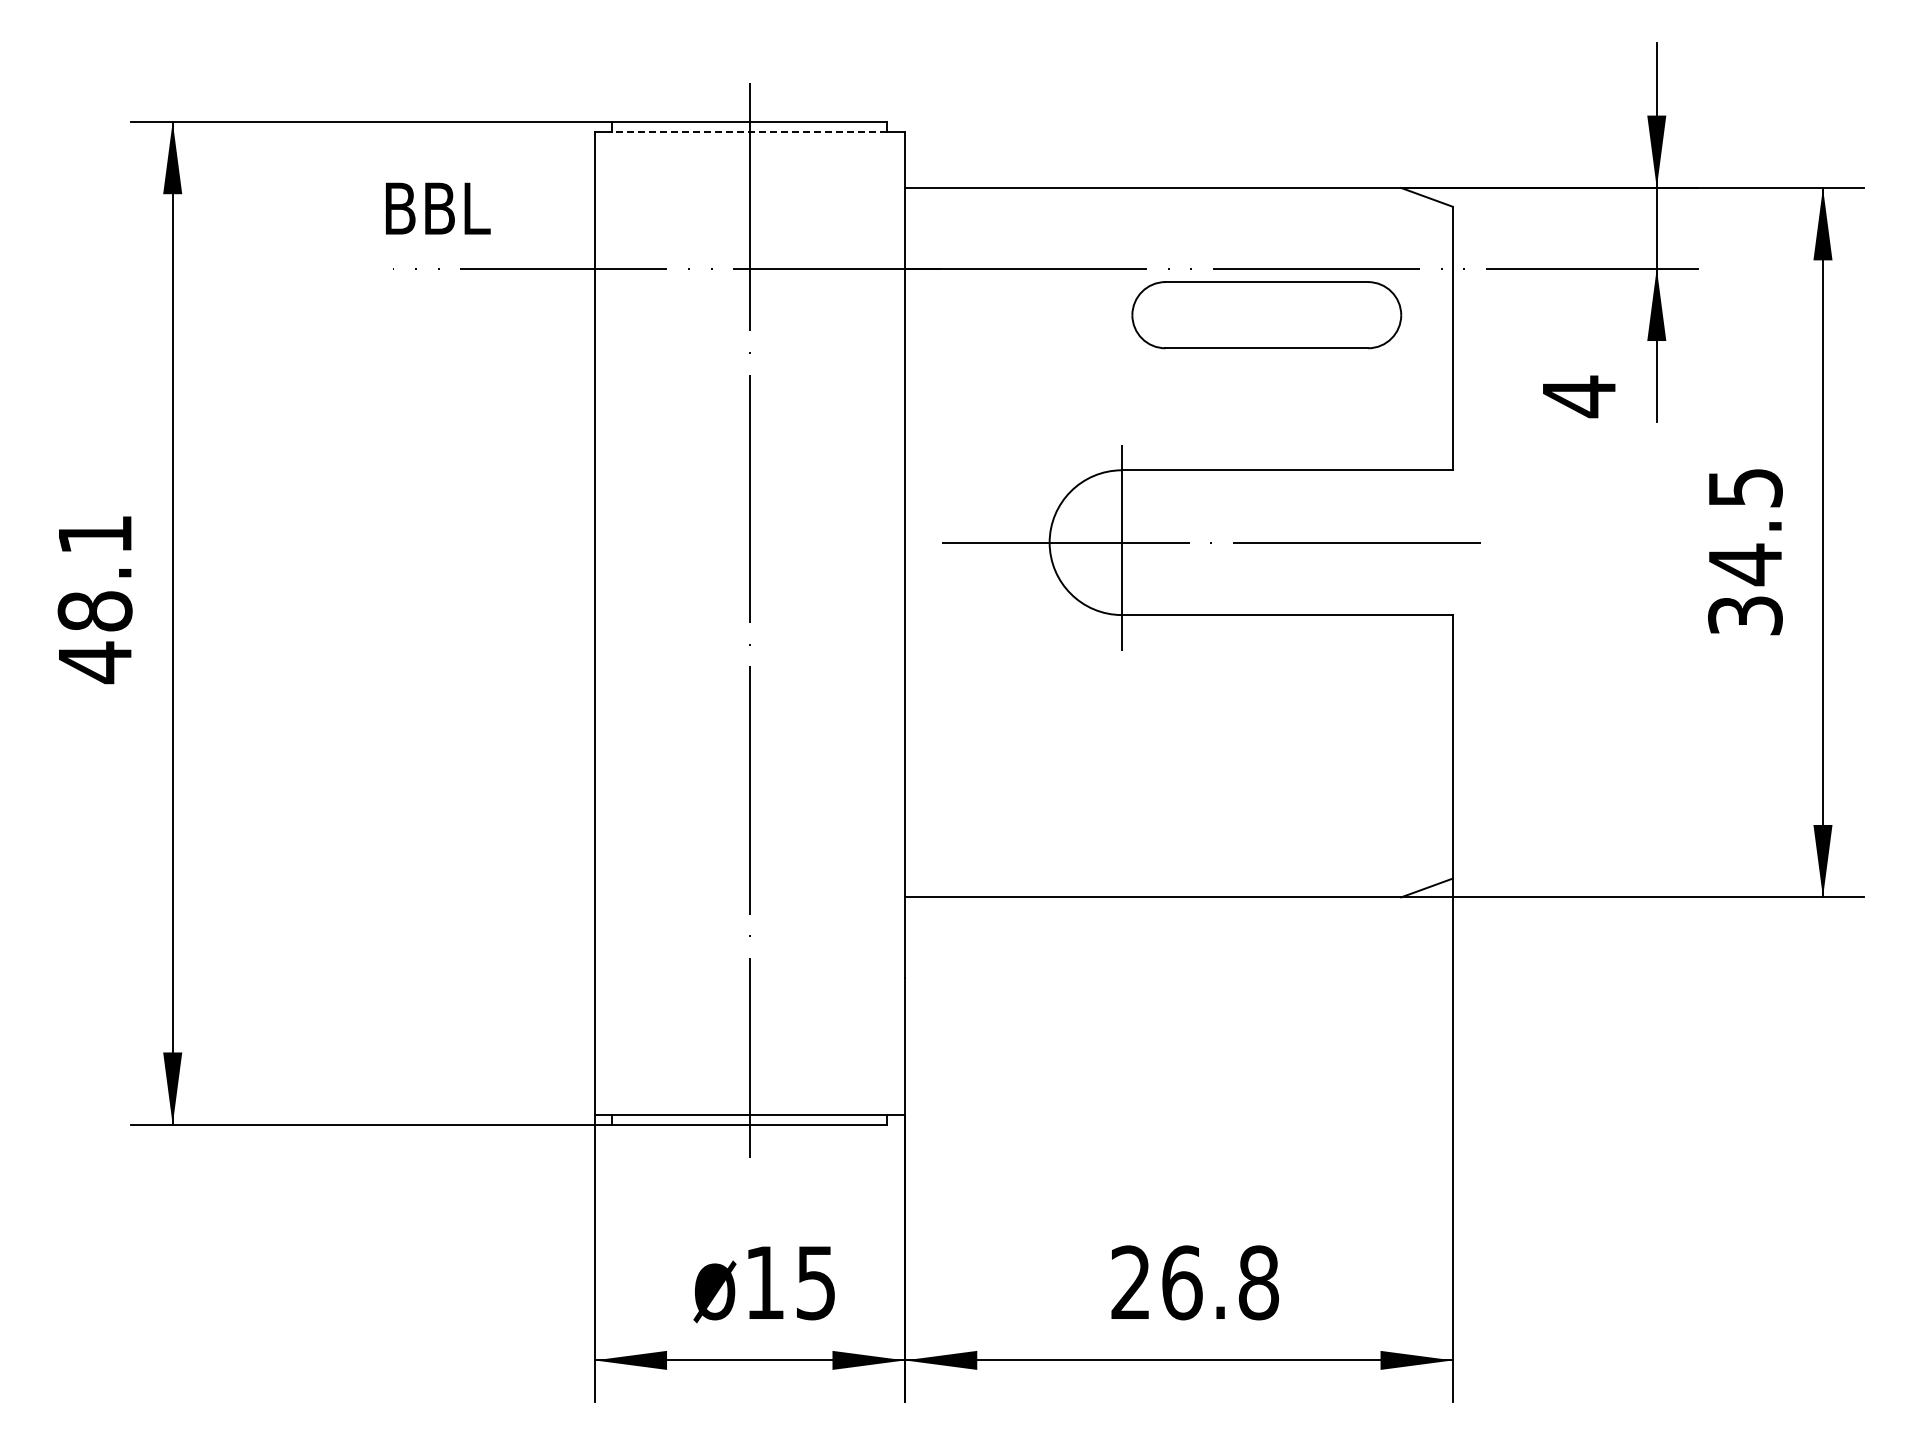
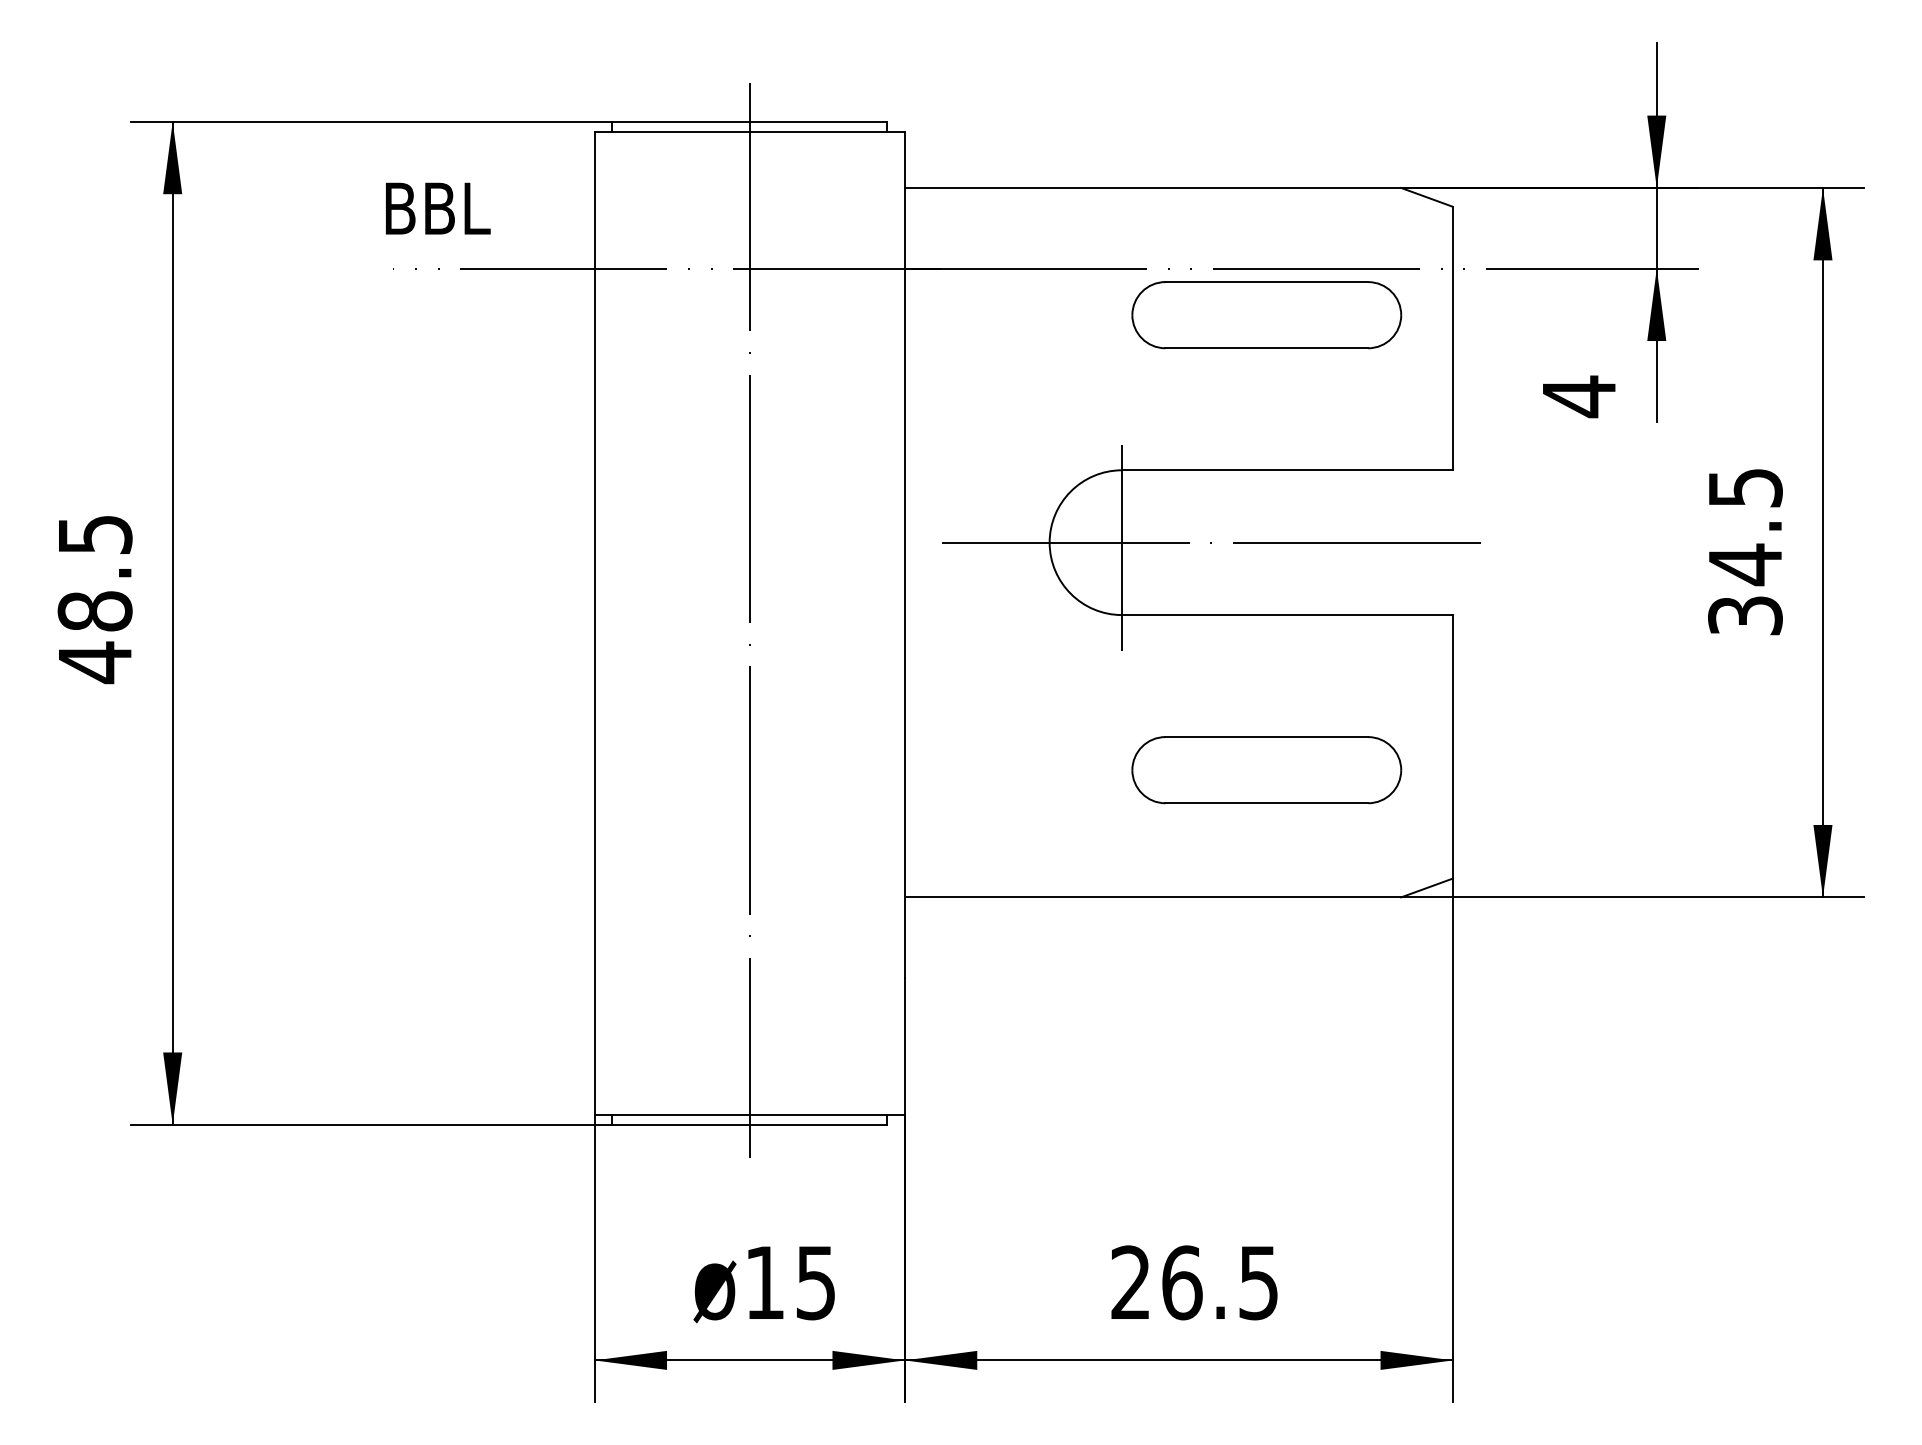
line at (749, 132): dashed -> solid
text at (95, 534): 48.1 -> 48.5
part at (1266, 770): none -> present
text at (1258, 1282): 26.8 -> 26.5
